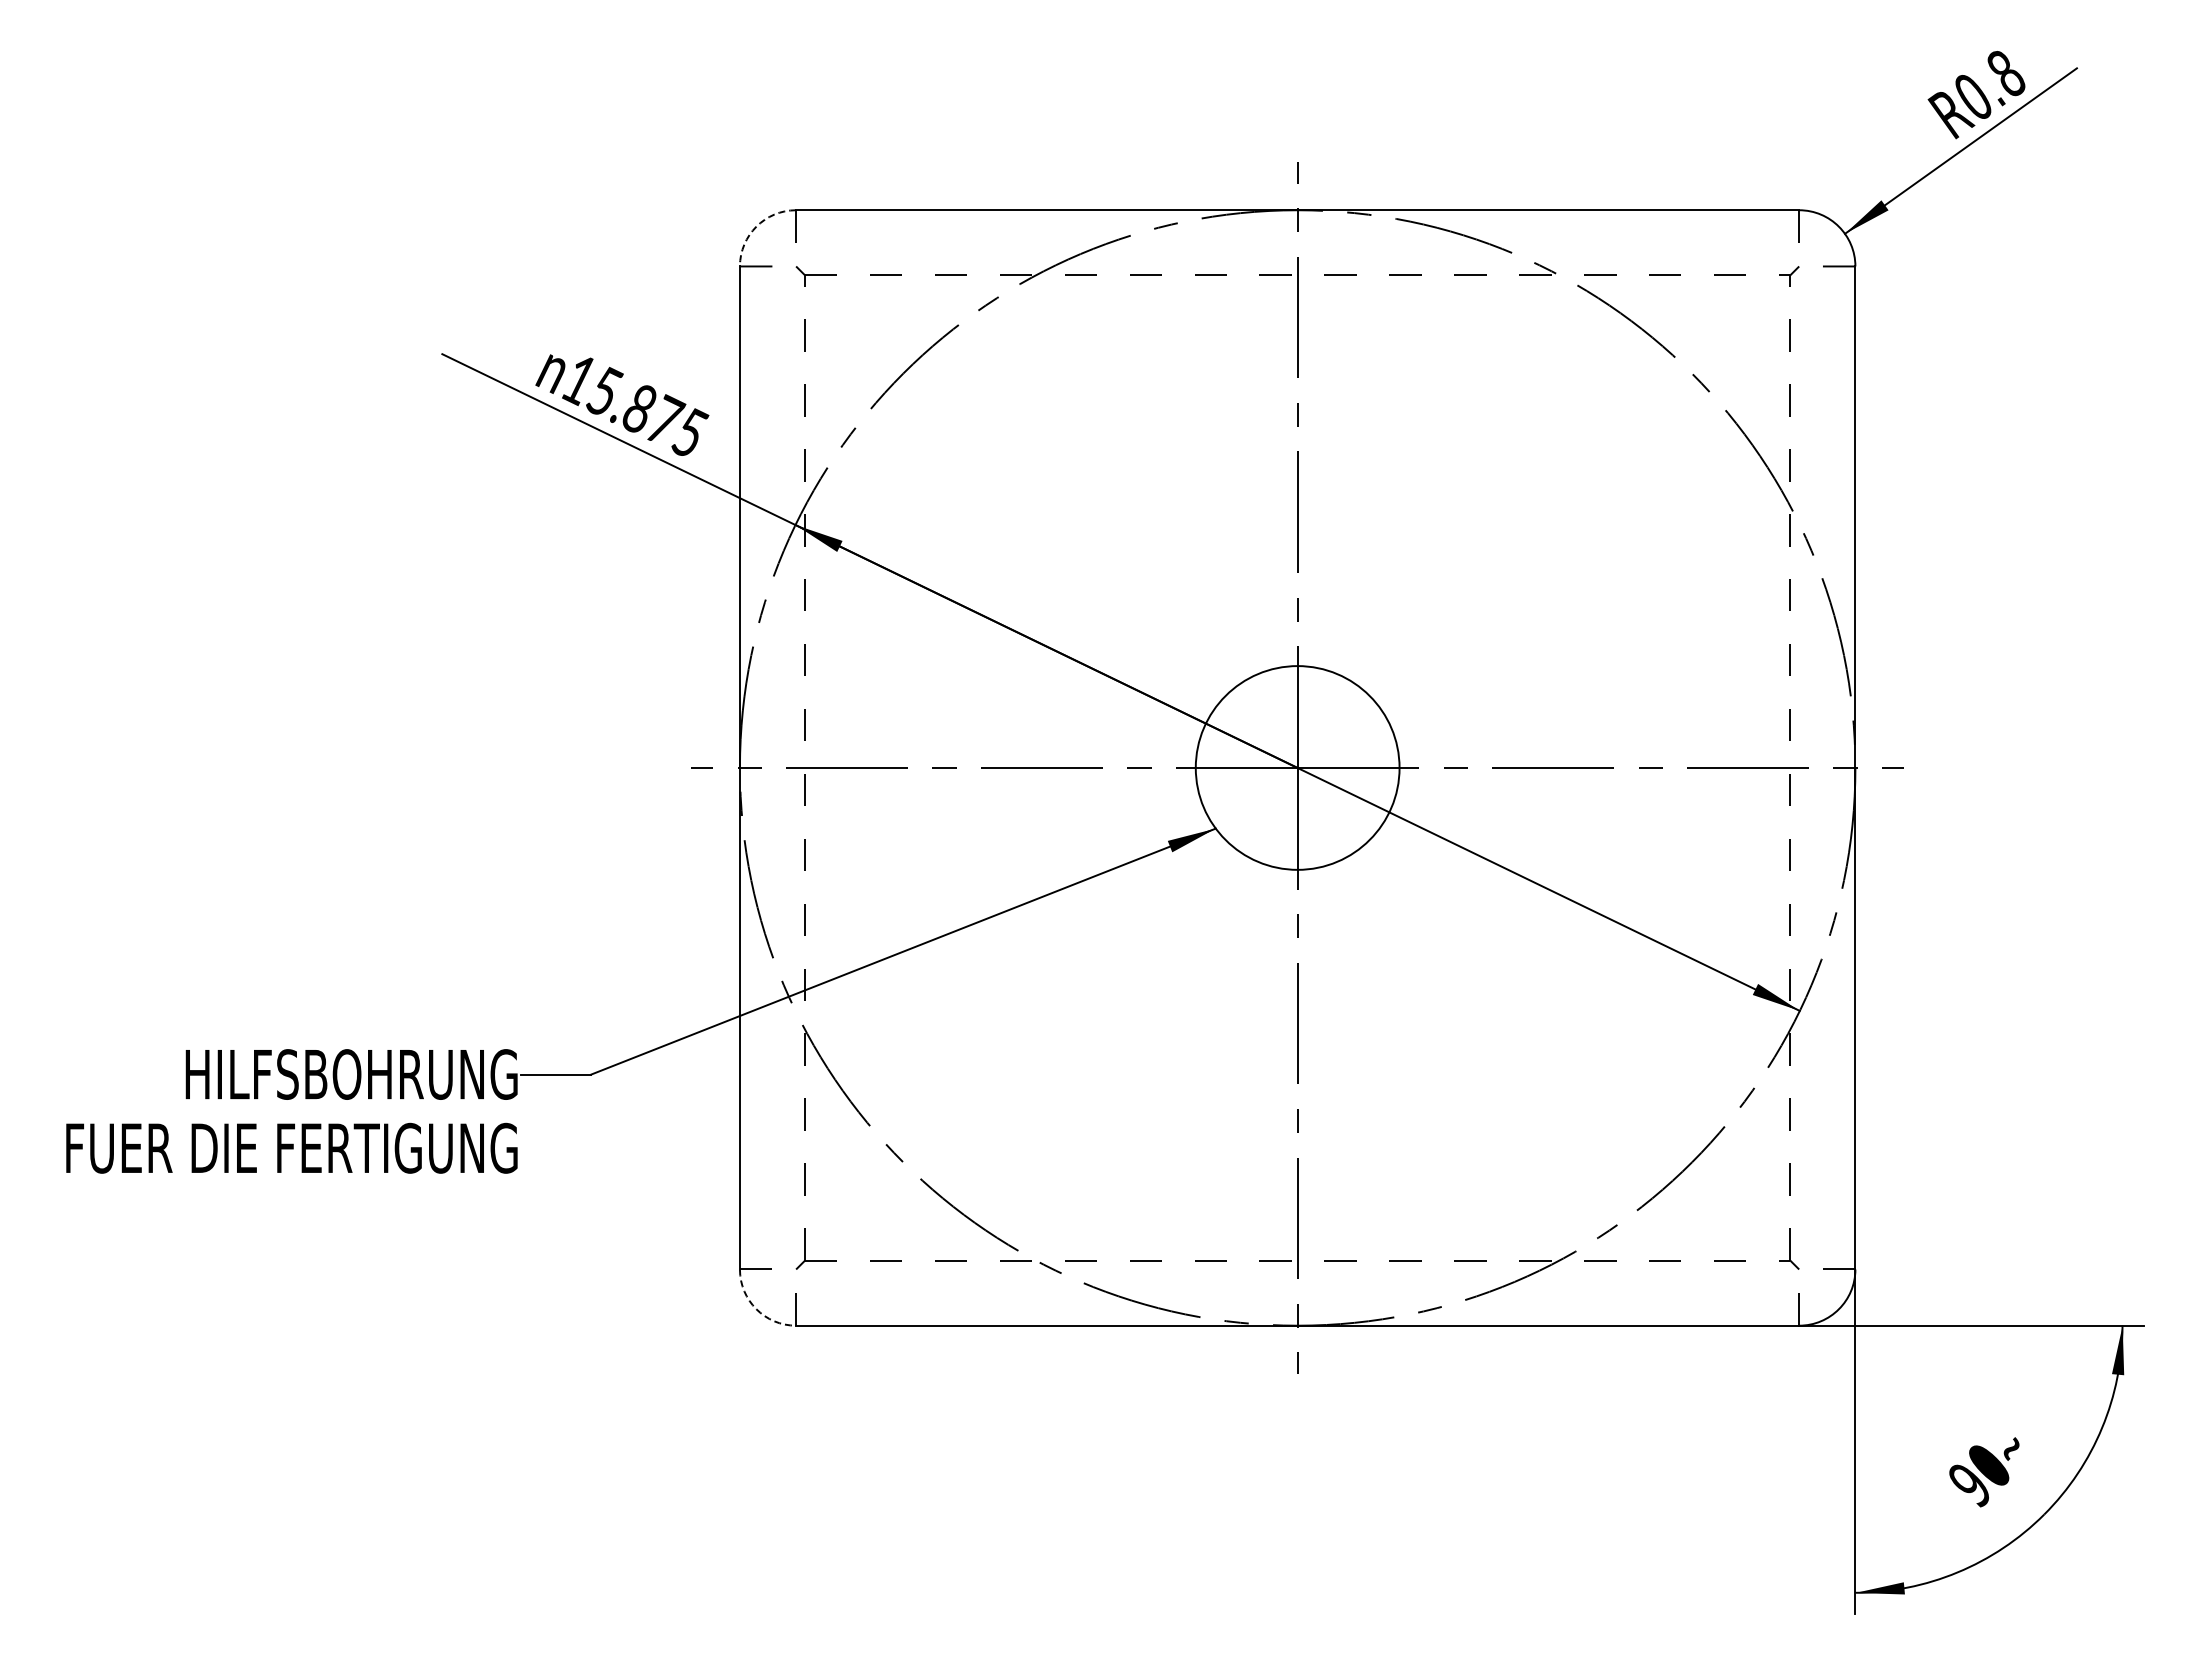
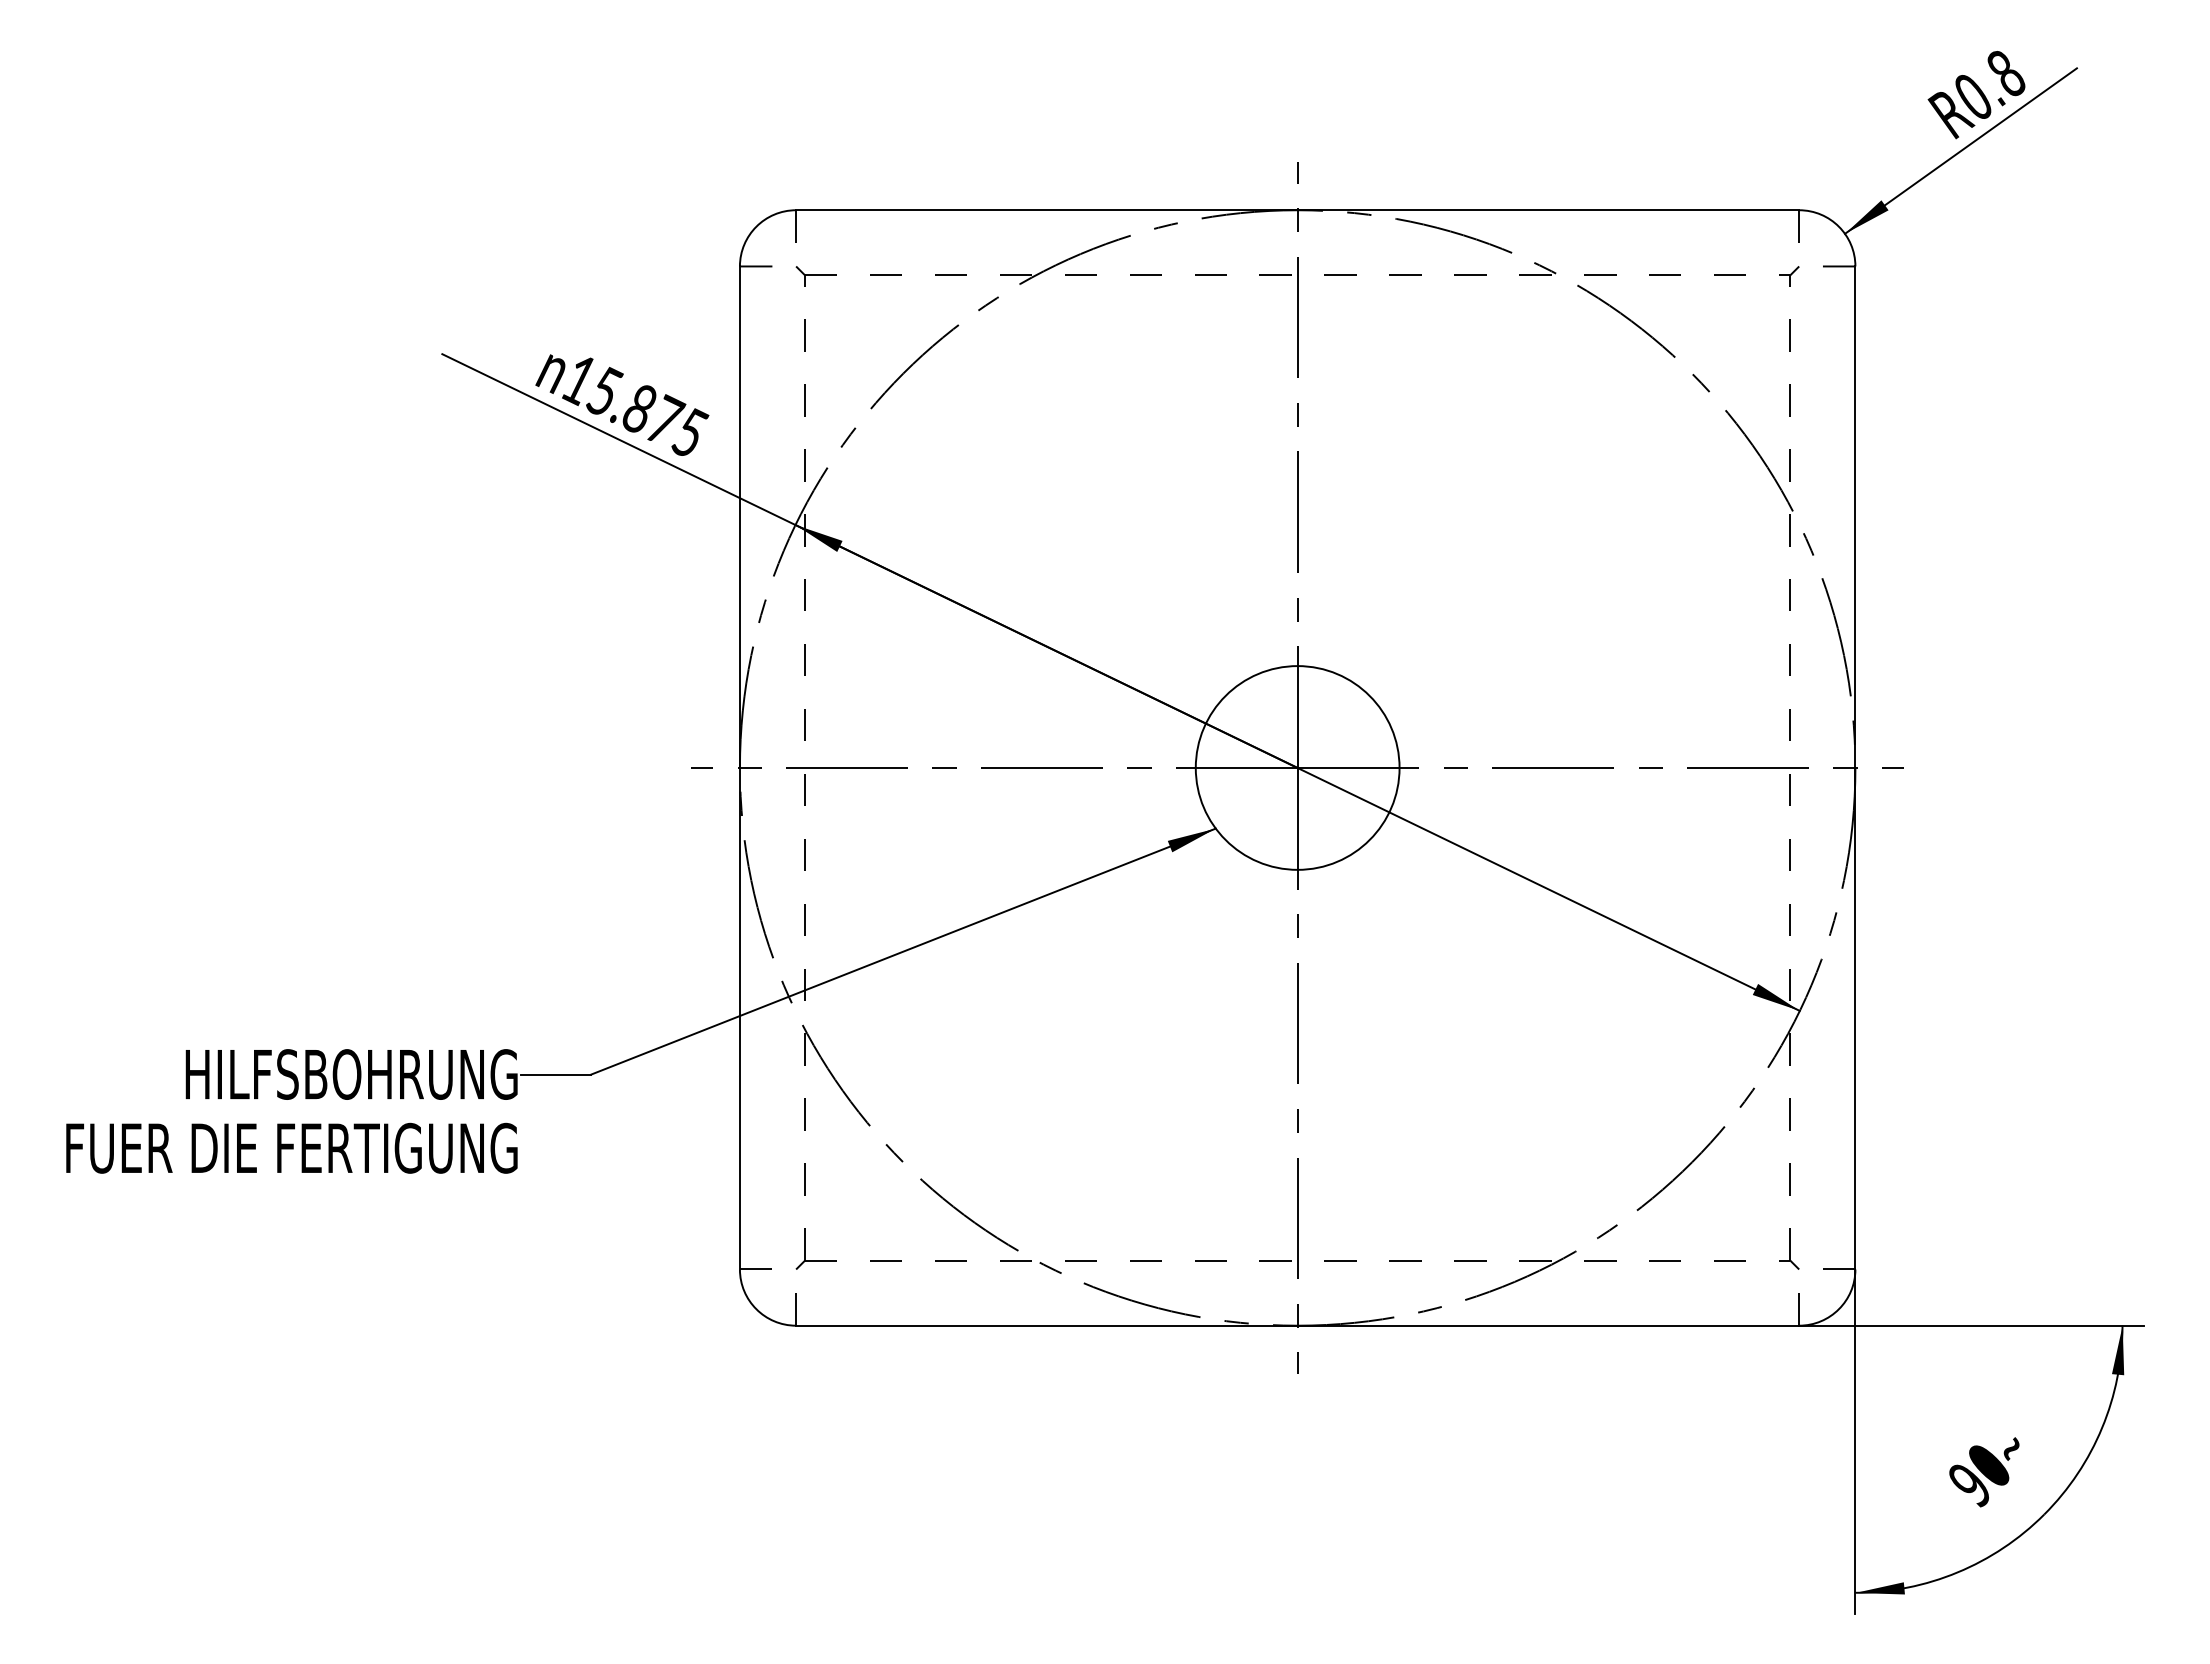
arc at (756, 226): dashed -> solid
arc at (756, 1309): dashed -> solid
